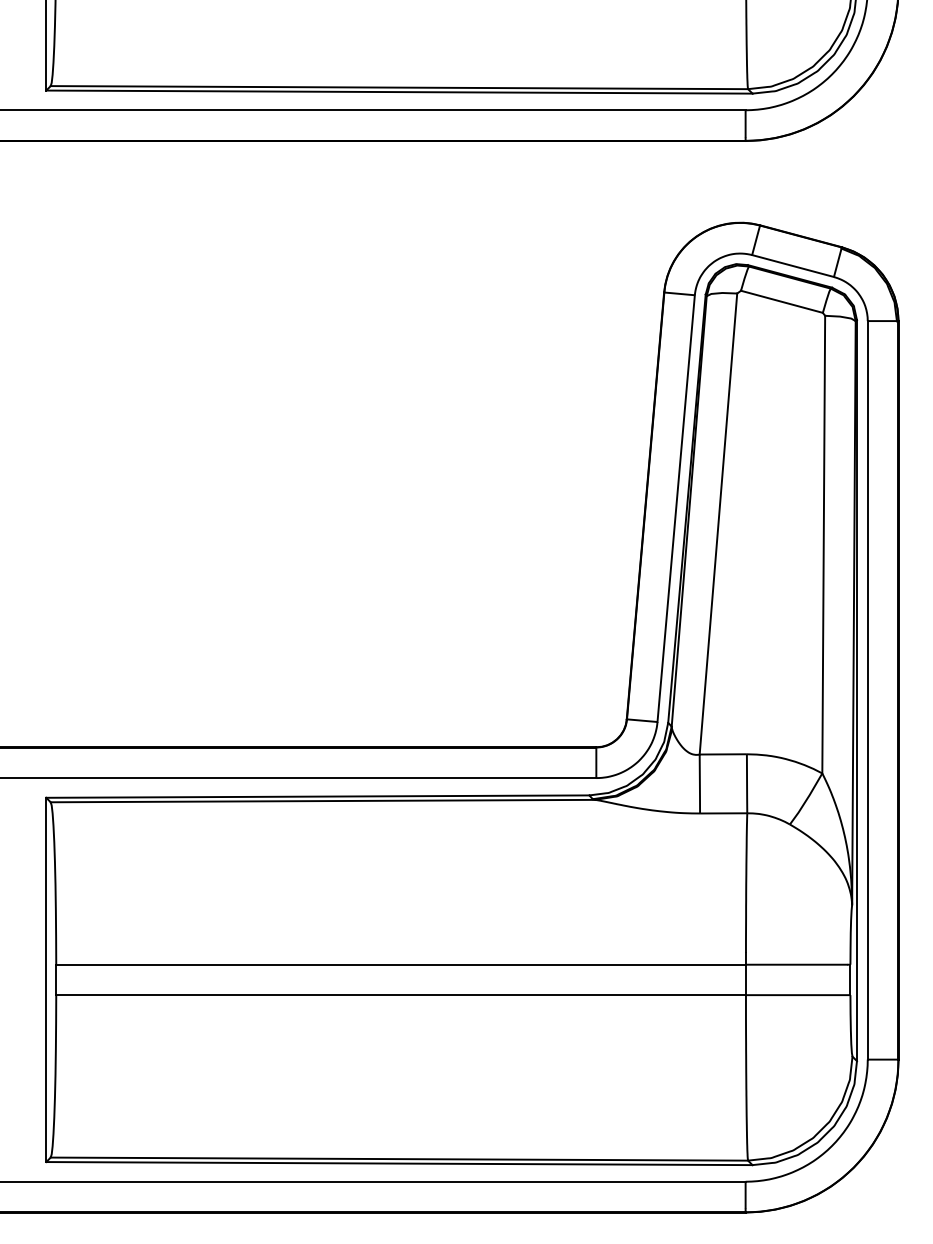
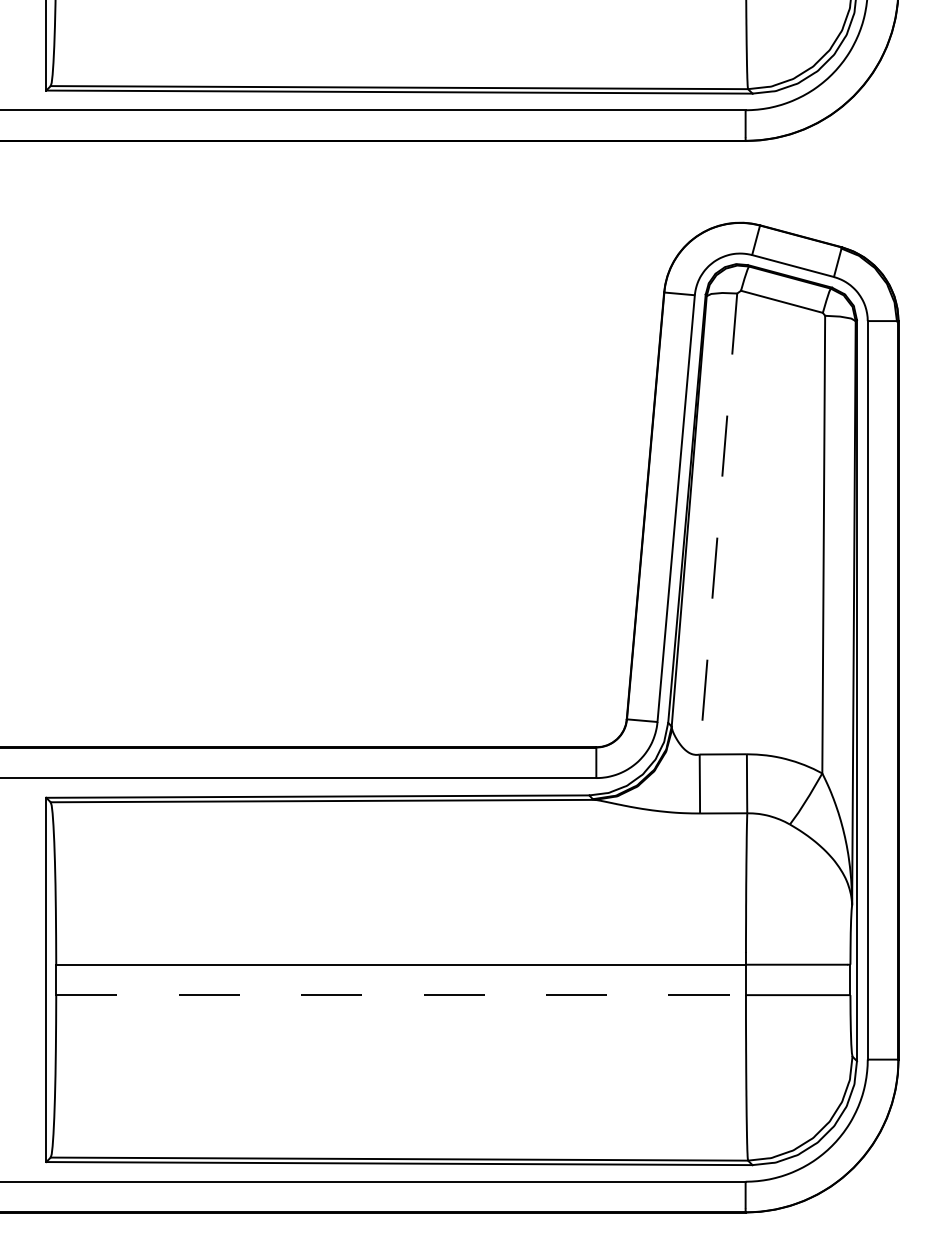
line at (718, 524): solid -> dashed
line at (401, 995): solid -> dashed
